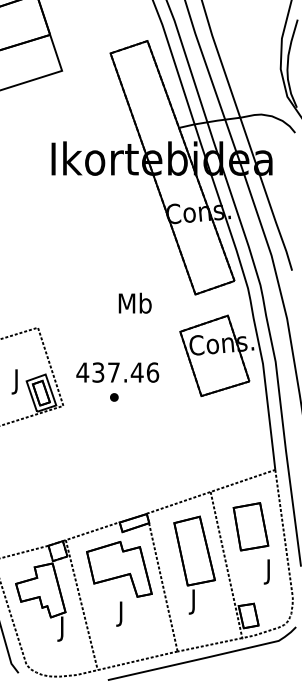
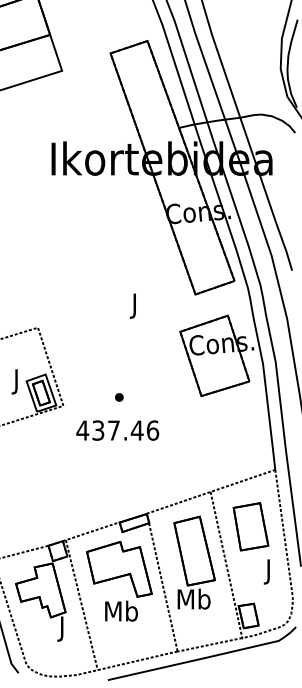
text at (134, 305): Mb -> J
text at (117, 372) position: (117, 372) -> (117, 430)
part at (114, 397) position: (114, 397) -> (119, 397)
text at (193, 601): J -> Mb
text at (121, 613): J -> Mb
